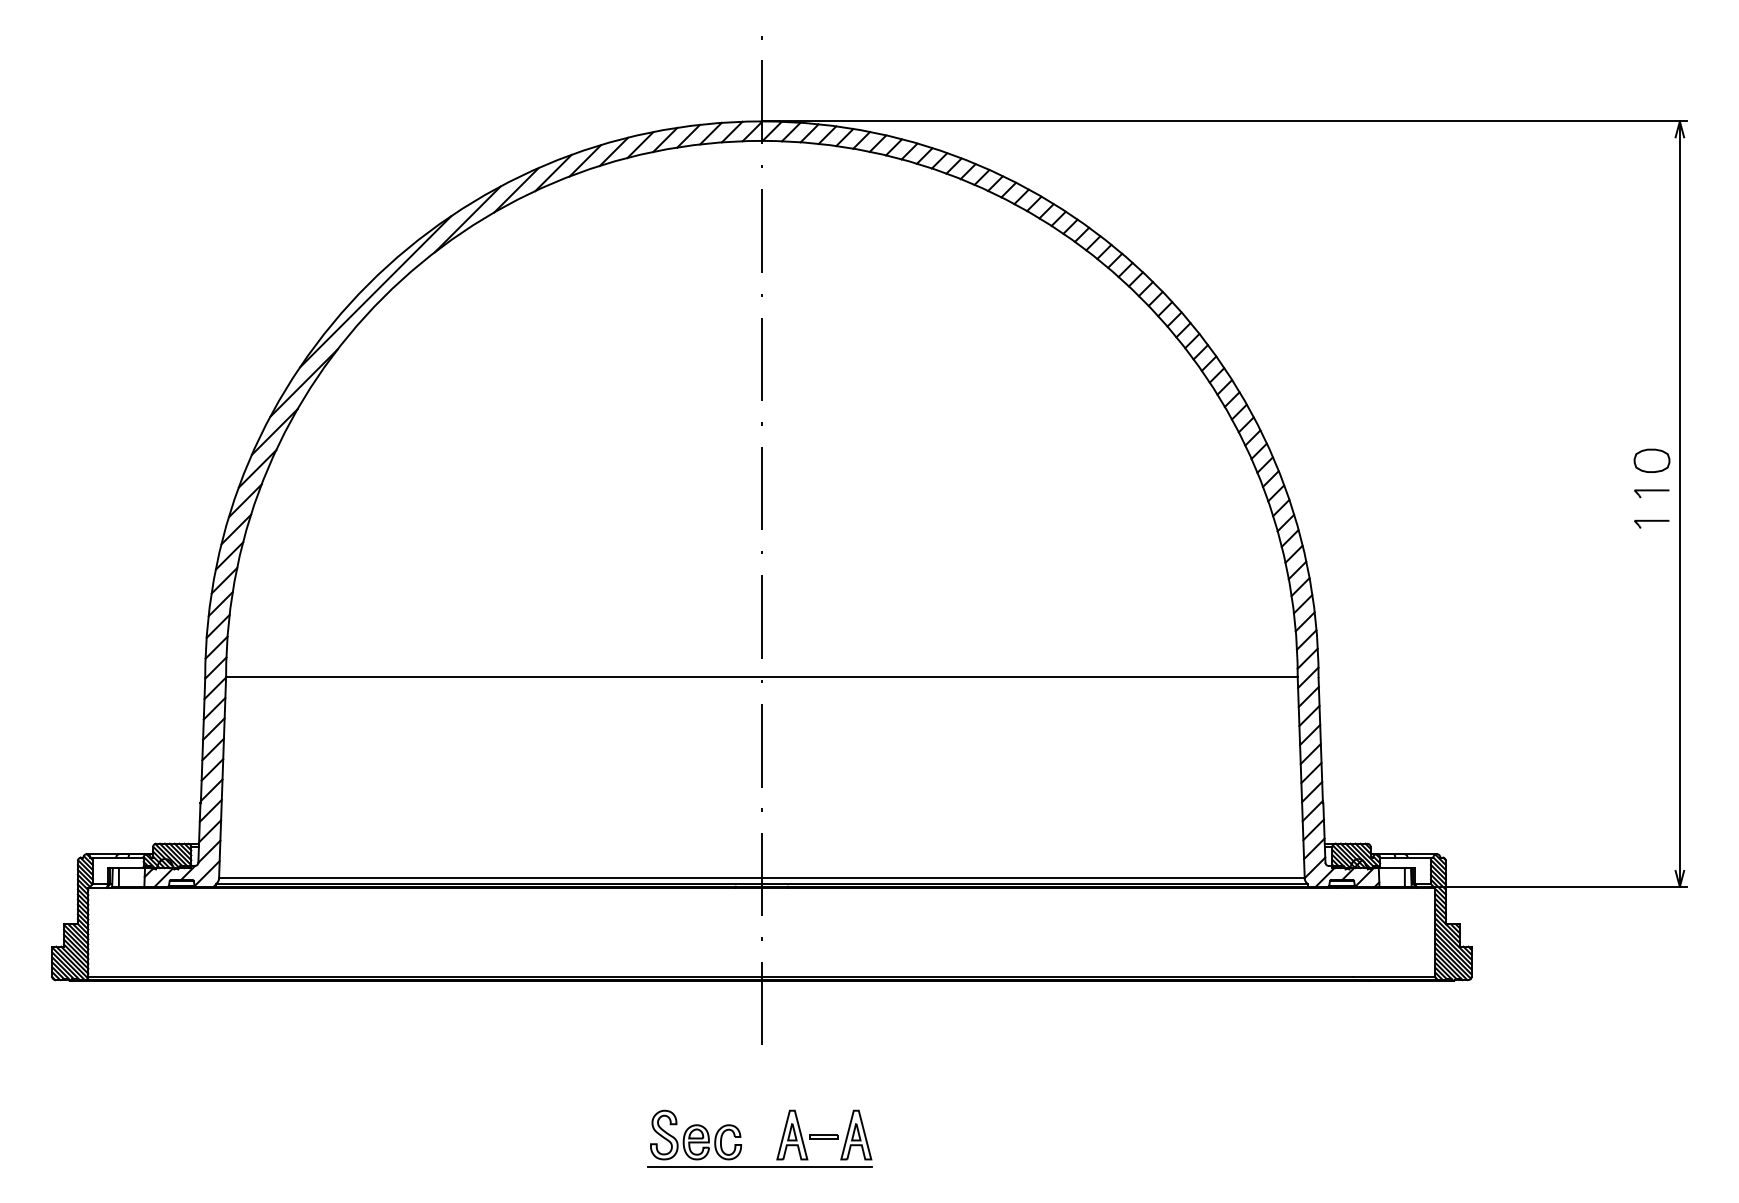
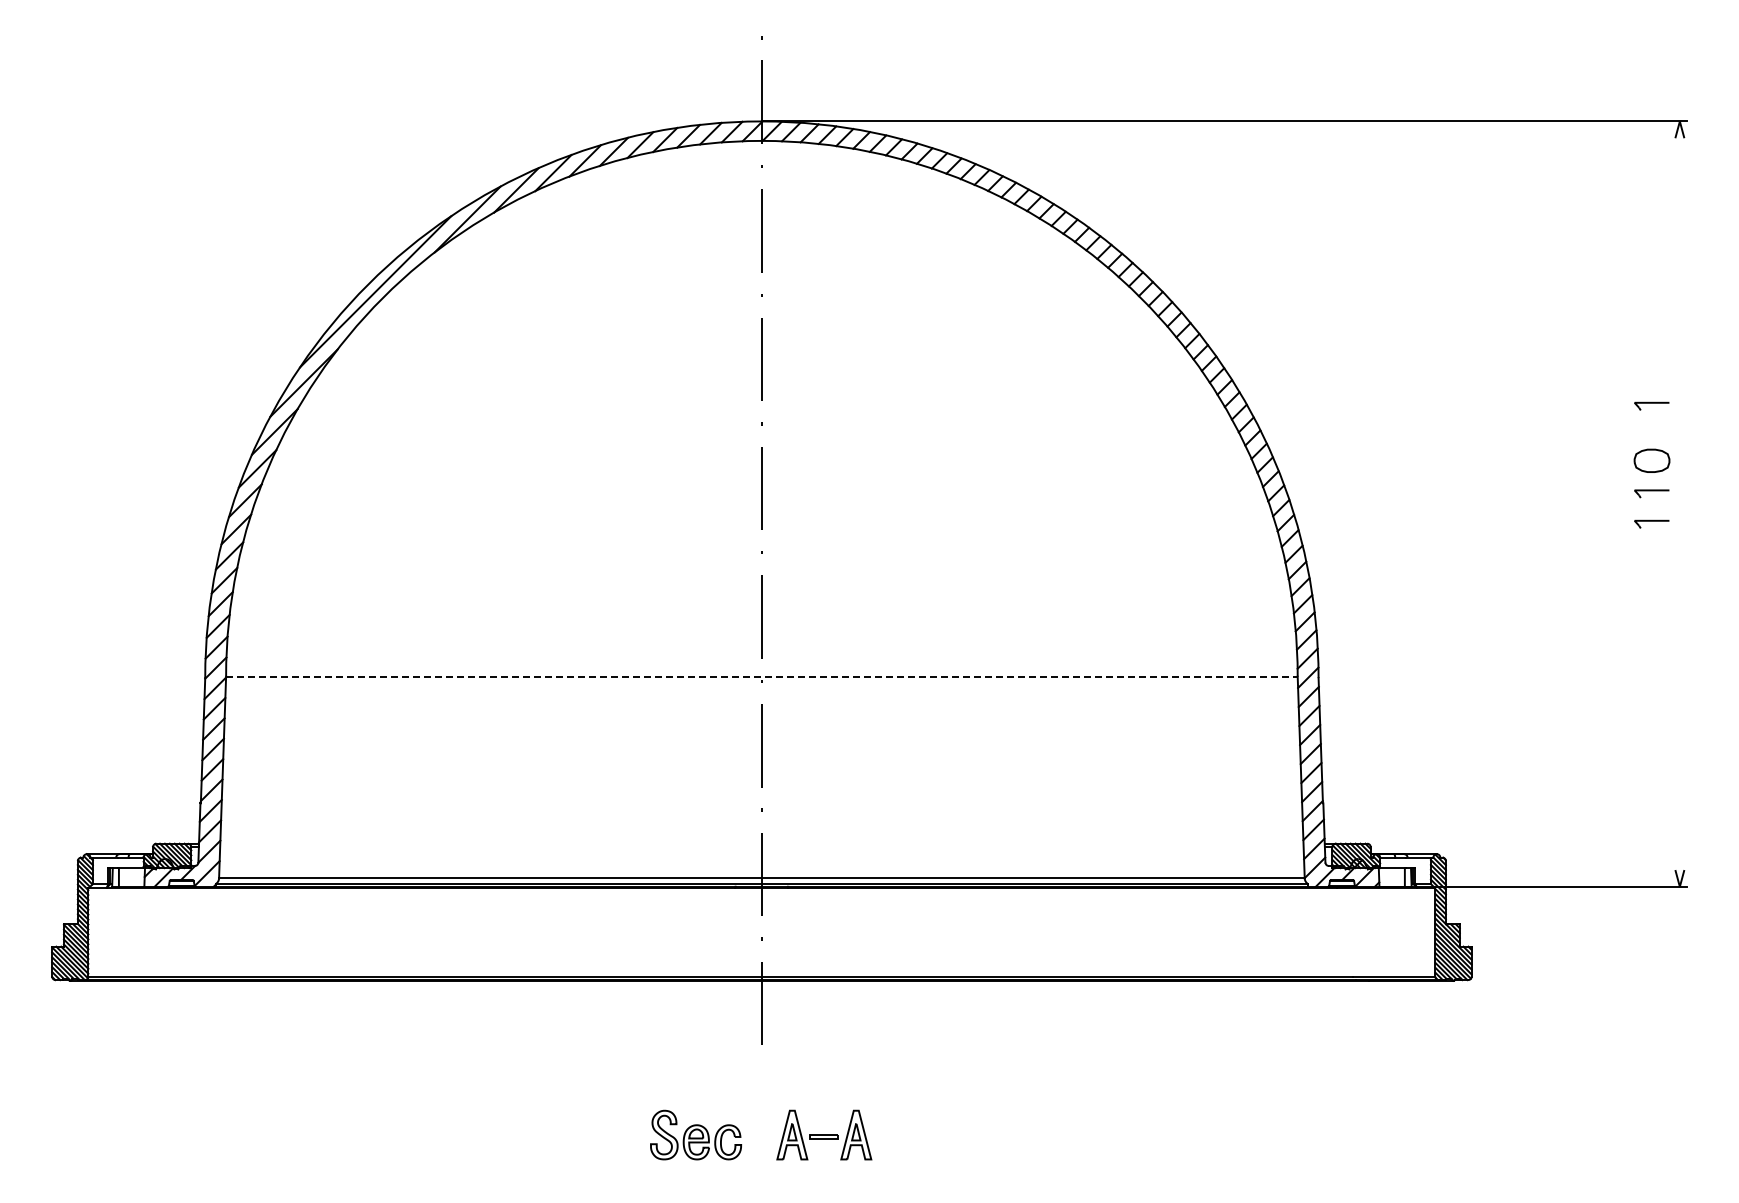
part at (1651, 405): none -> present
line at (1679, 503): present -> none
line at (761, 676): solid -> dashed
line at (760, 1166): present -> none
